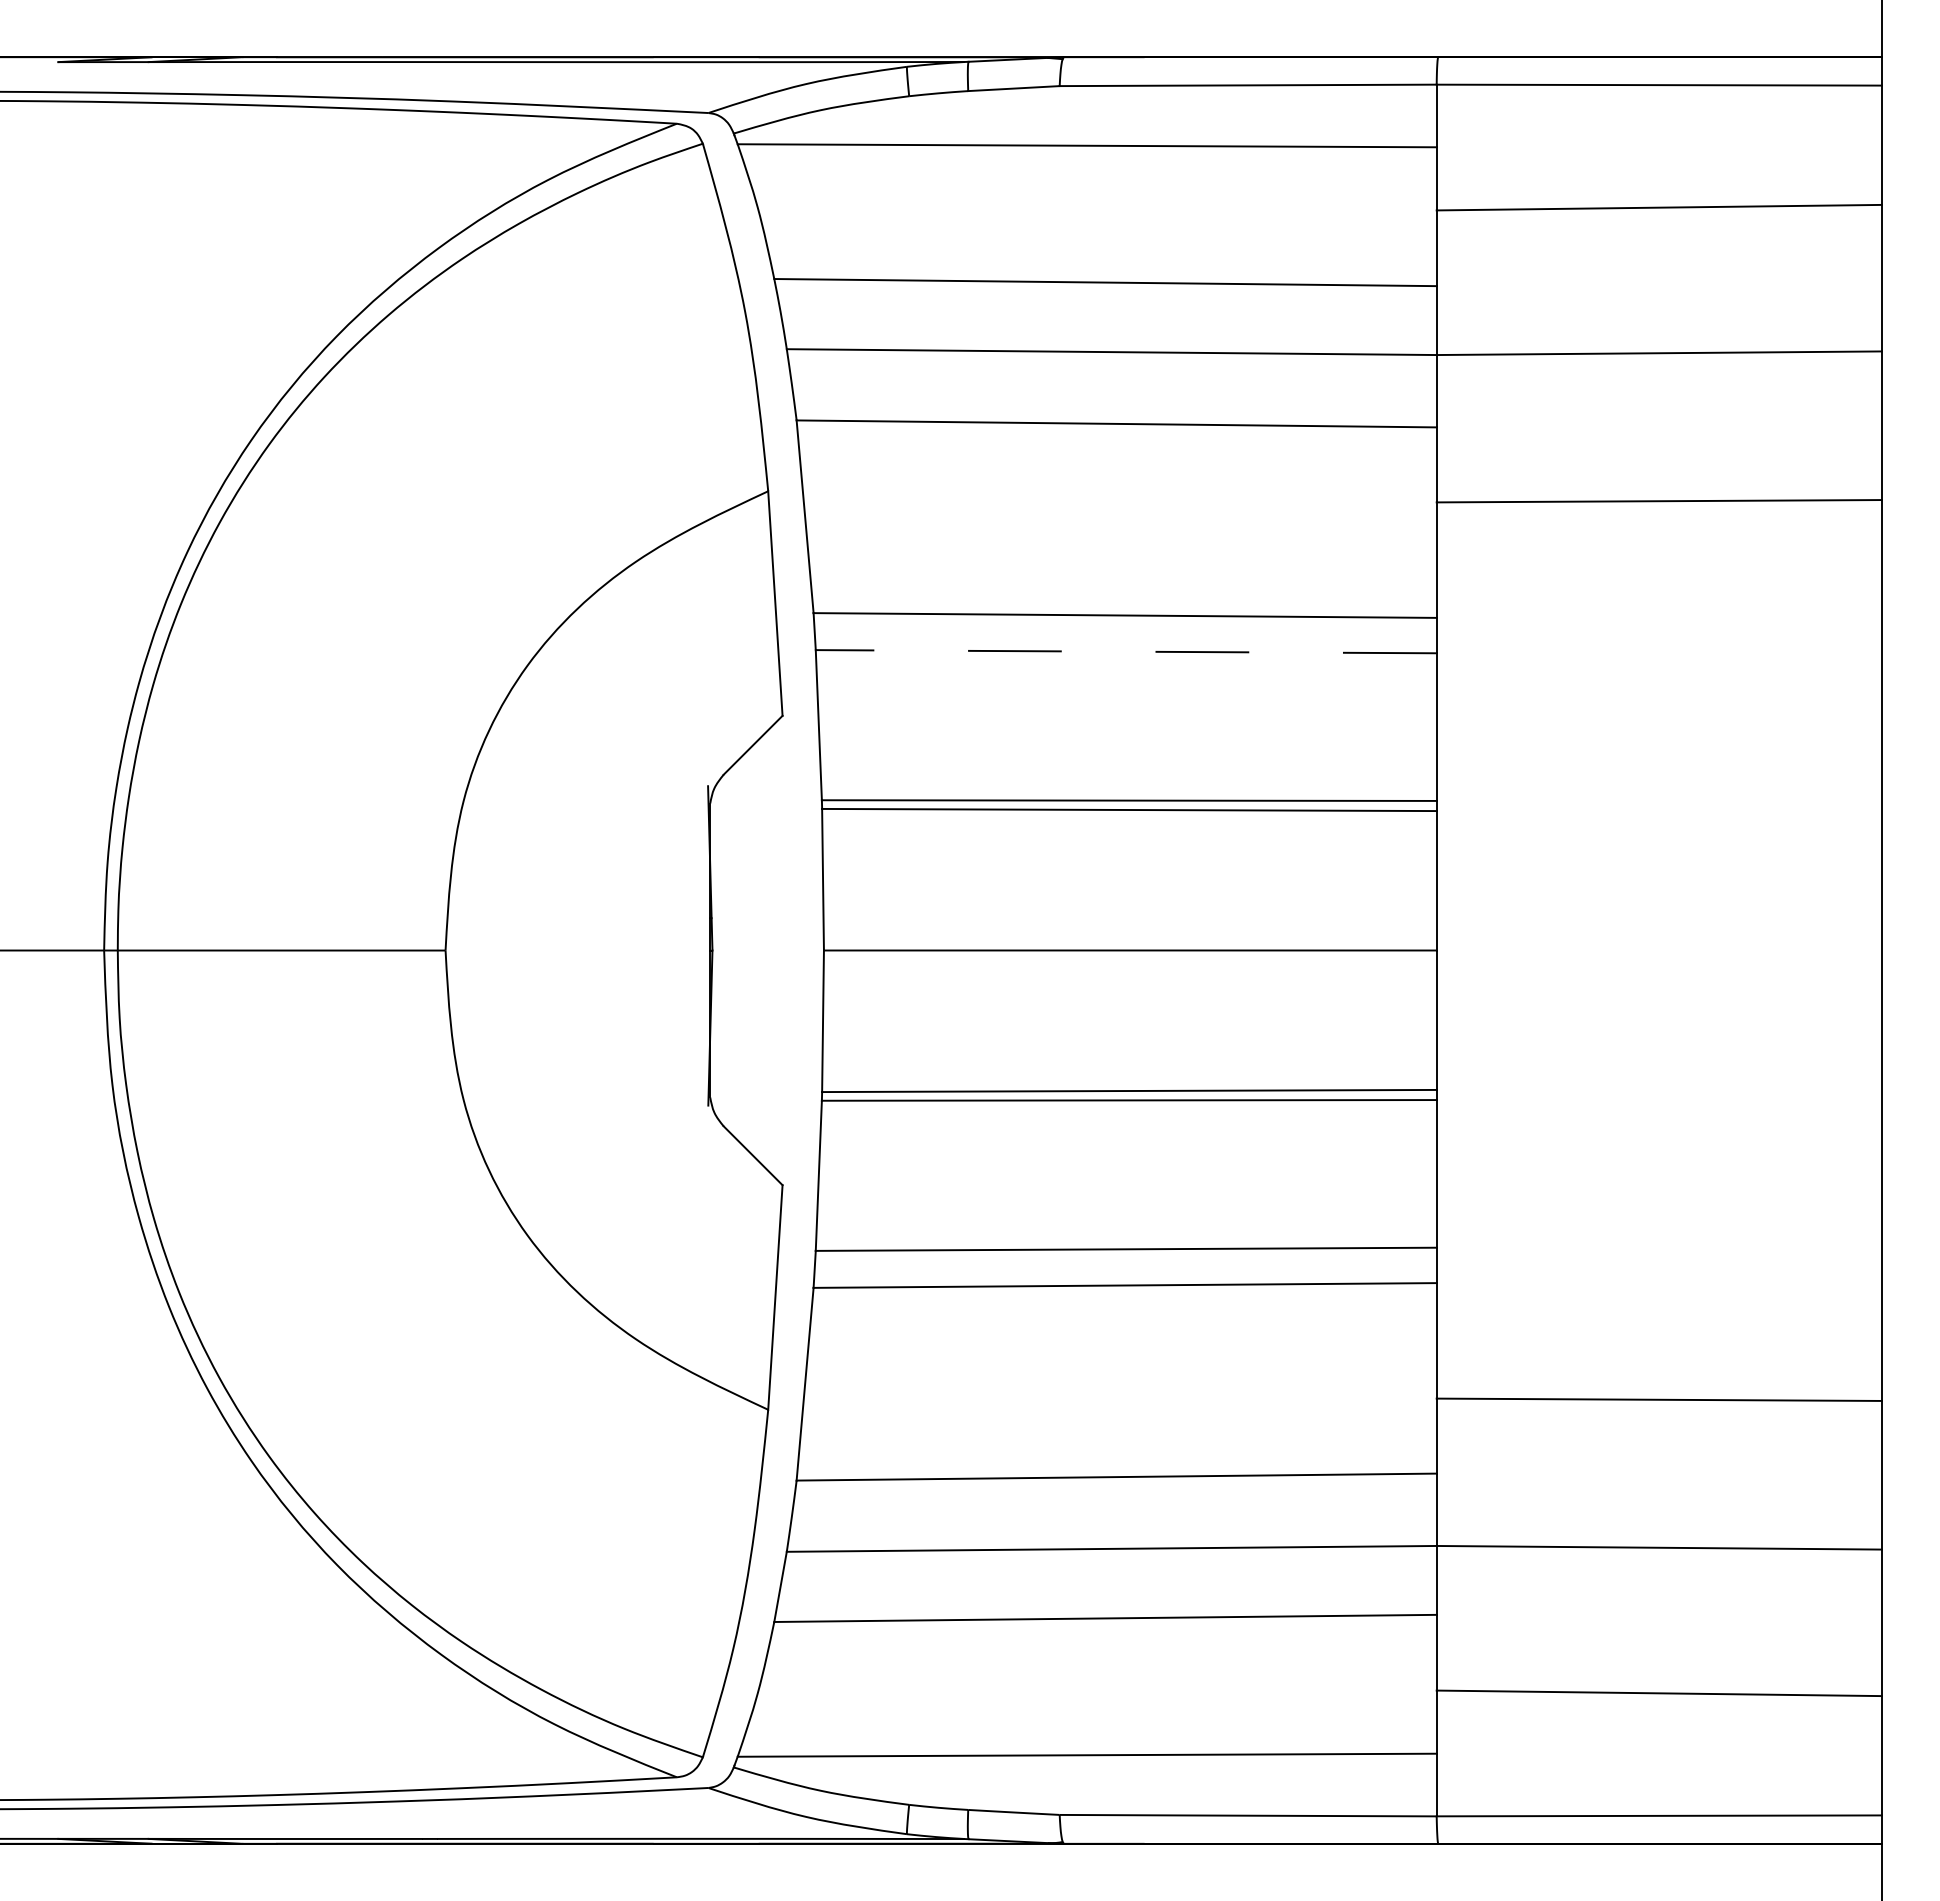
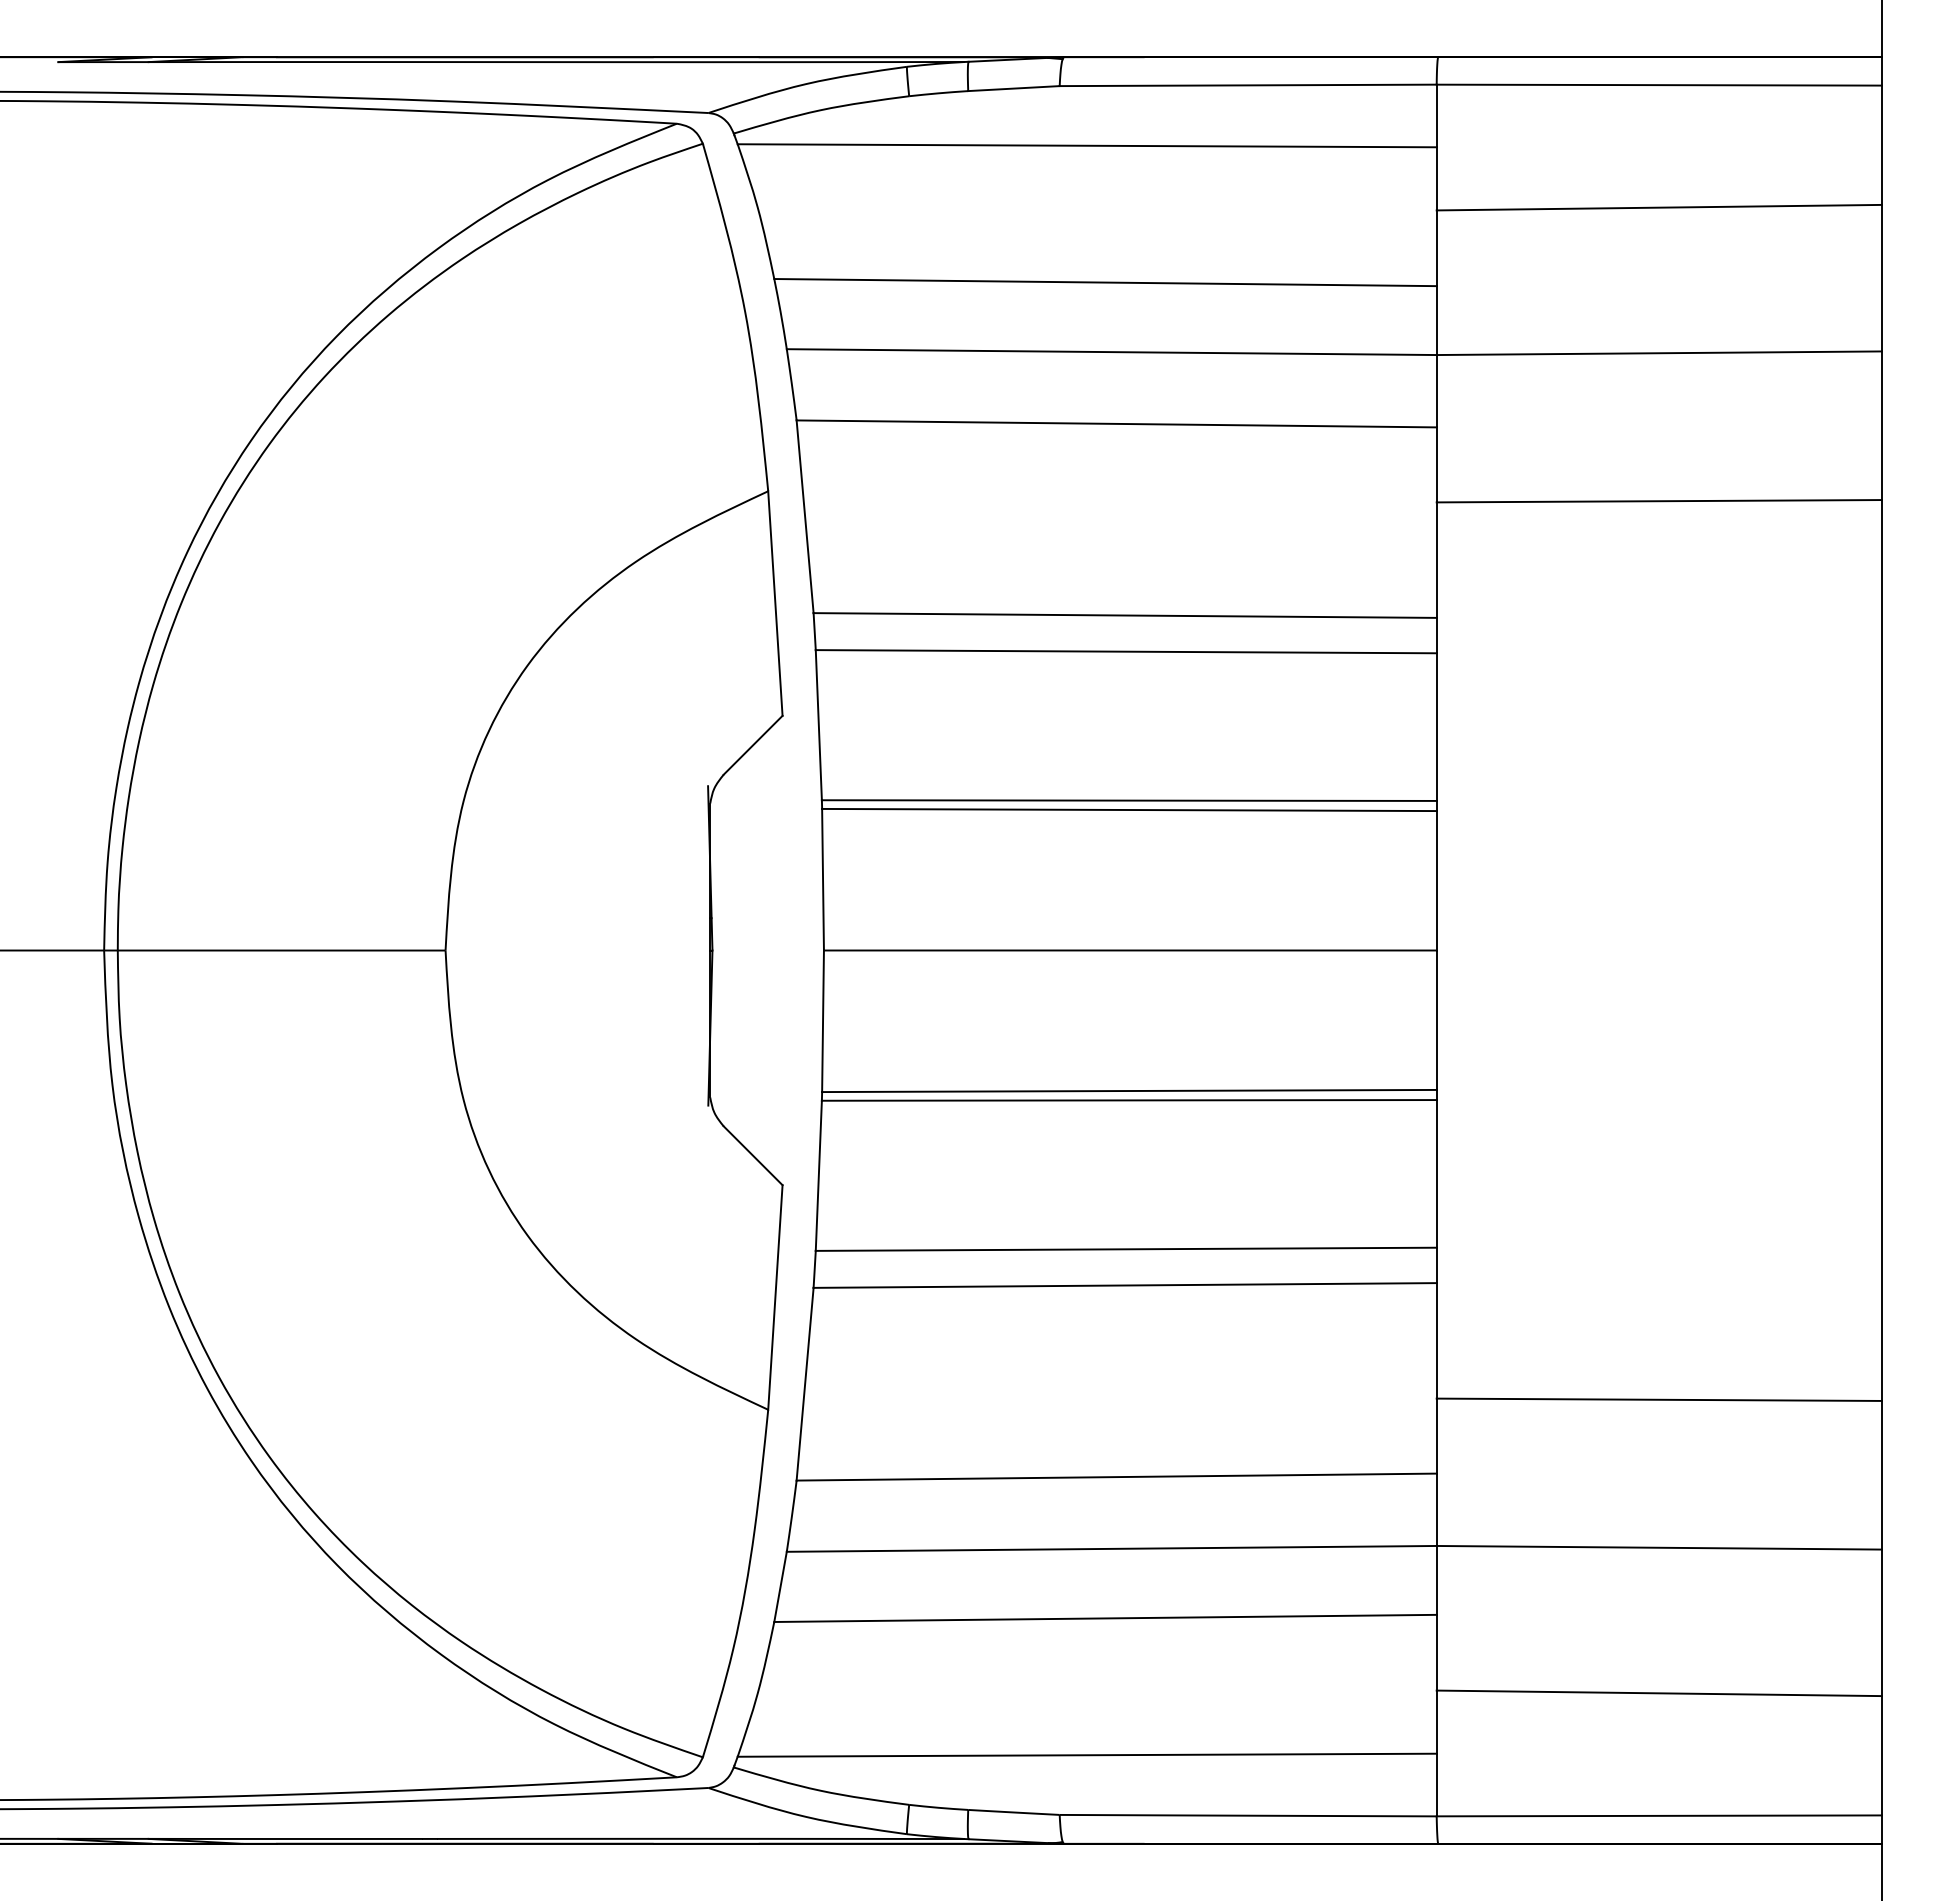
line at (1125, 651): dashed -> solid
